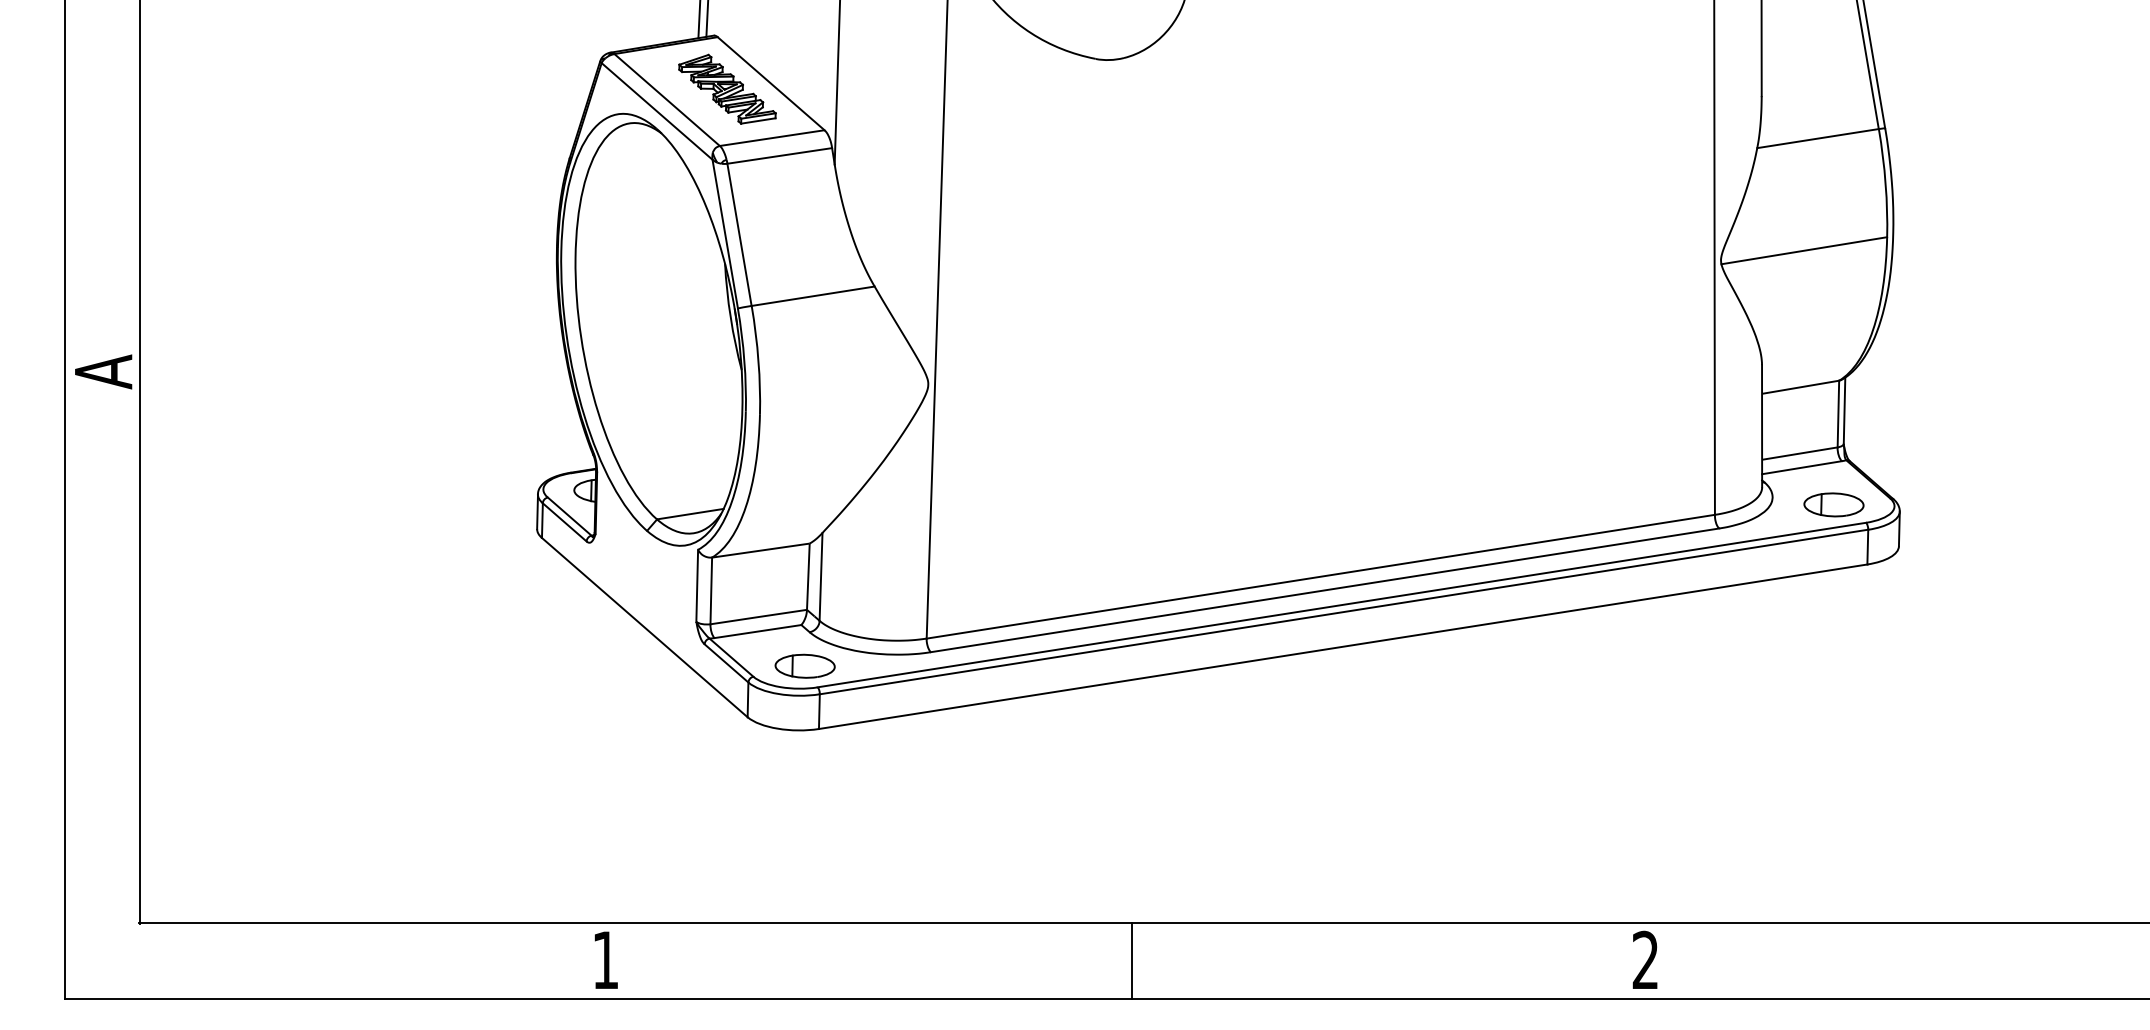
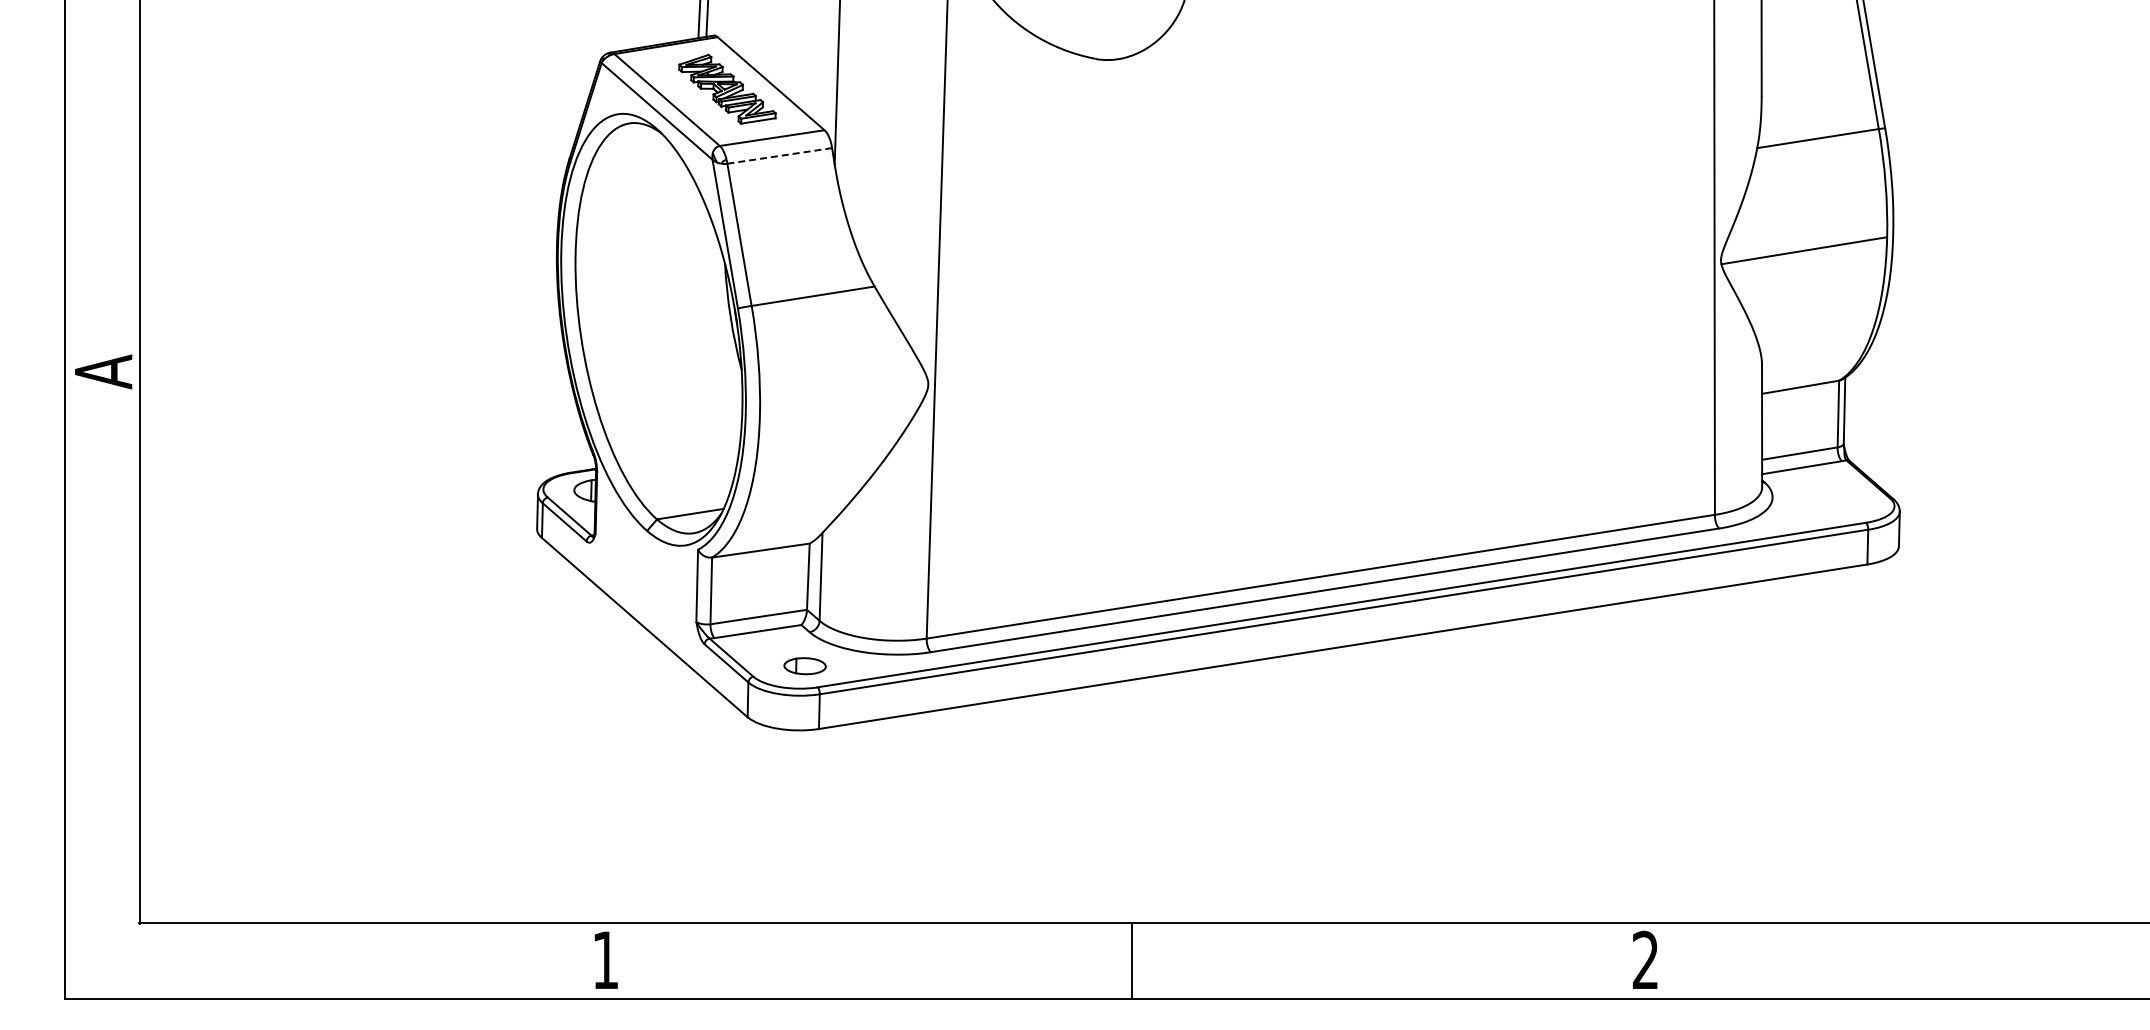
line at (779, 155): solid -> dashed
part at (1833, 504): present -> none
part at (804, 665) size: 62x26 px -> 44x19 px
